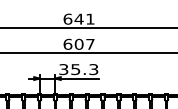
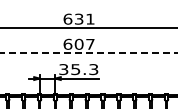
text at (78, 18): 641 -> 631
line at (89, 53): solid -> dashed
